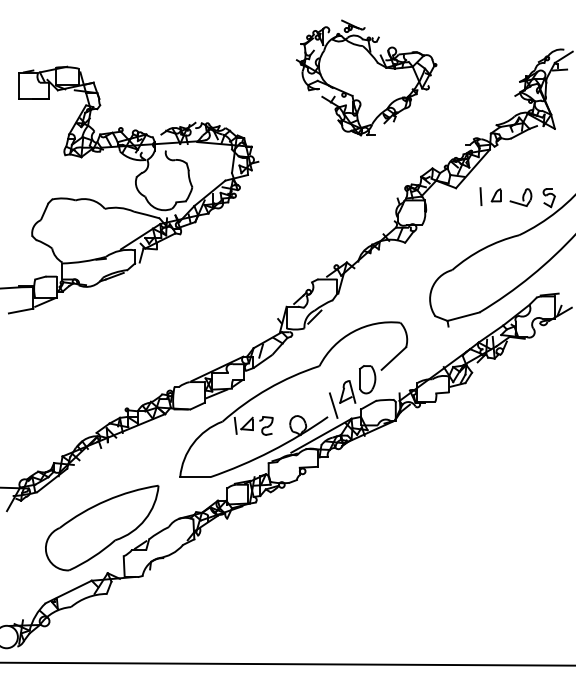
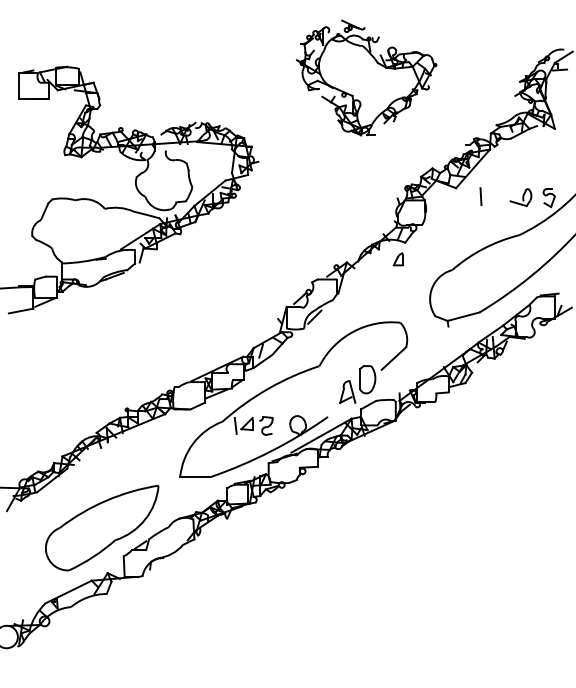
part at (495, 195) position: (495, 195) -> (397, 259)
line at (333, 405): present -> none
line at (287, 663): present -> none
